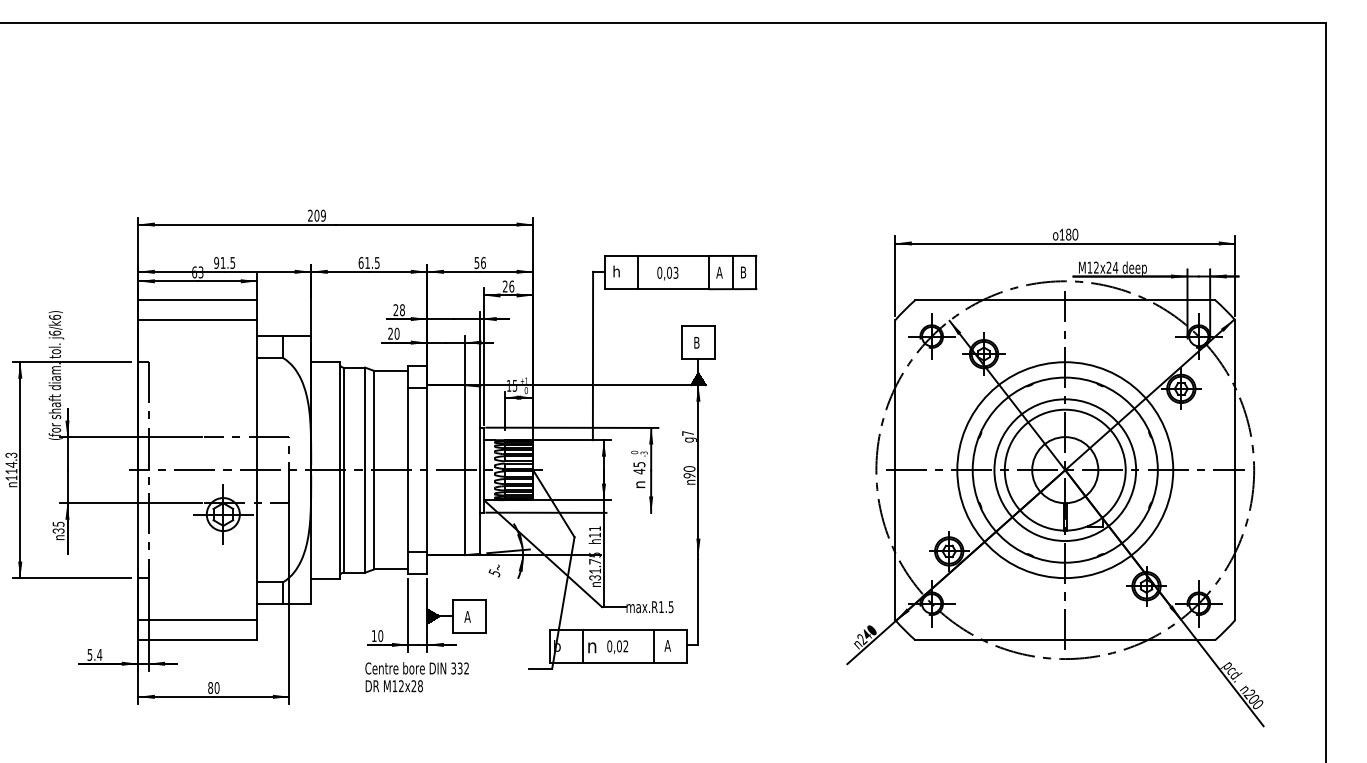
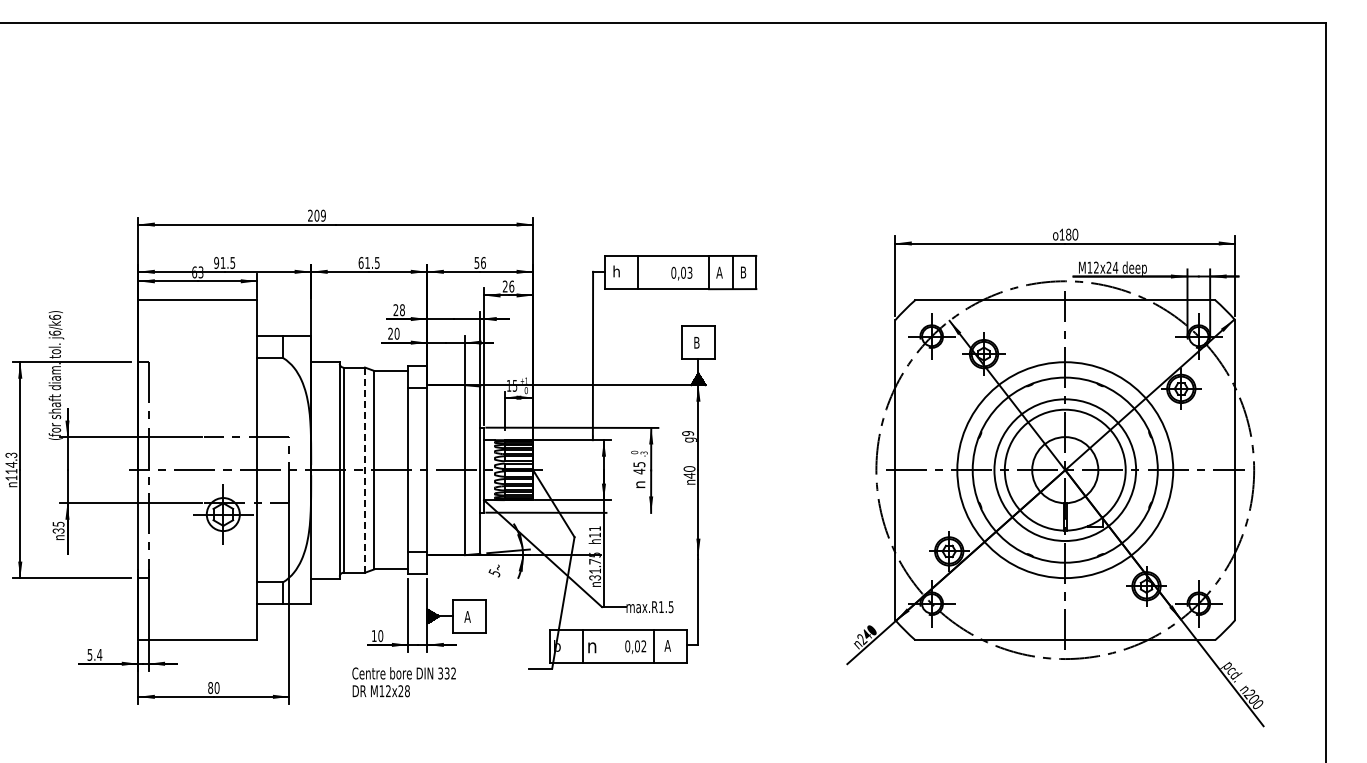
text at (667, 273) position: (667, 273) -> (681, 273)
line at (197, 320): present -> none
text at (688, 433): g7 -> g9
line at (365, 470): solid -> dashed
text at (689, 475): 90 -> 40
line at (197, 620): present -> none
text at (617, 646) position: (617, 646) -> (635, 646)
text at (416, 677) position: (416, 677) -> (403, 682)
